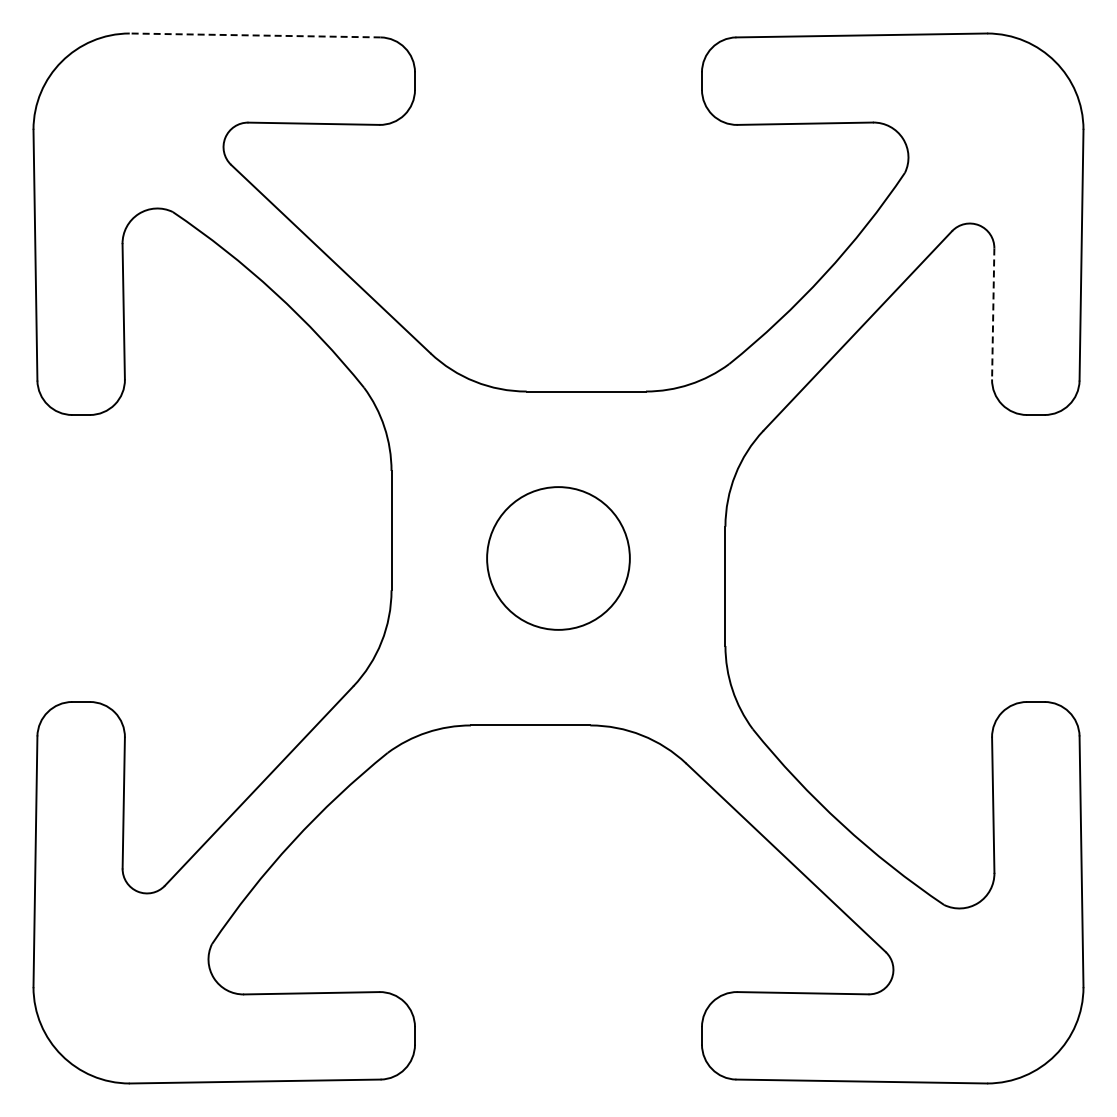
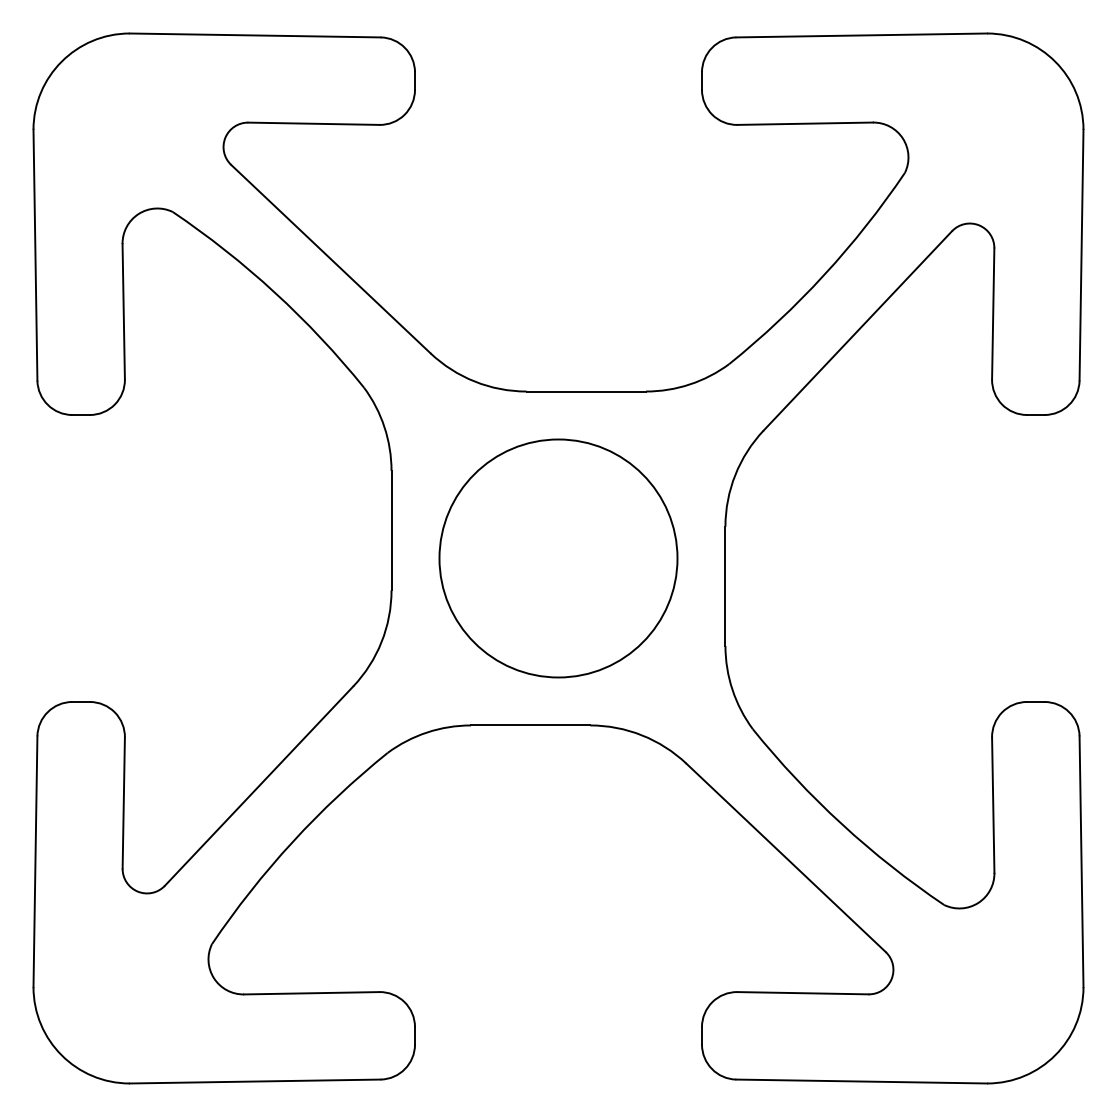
line at (254, 35): dashed -> solid
line at (993, 314): dashed -> solid
circle at (558, 558) diameter: 143 px -> 238 px
